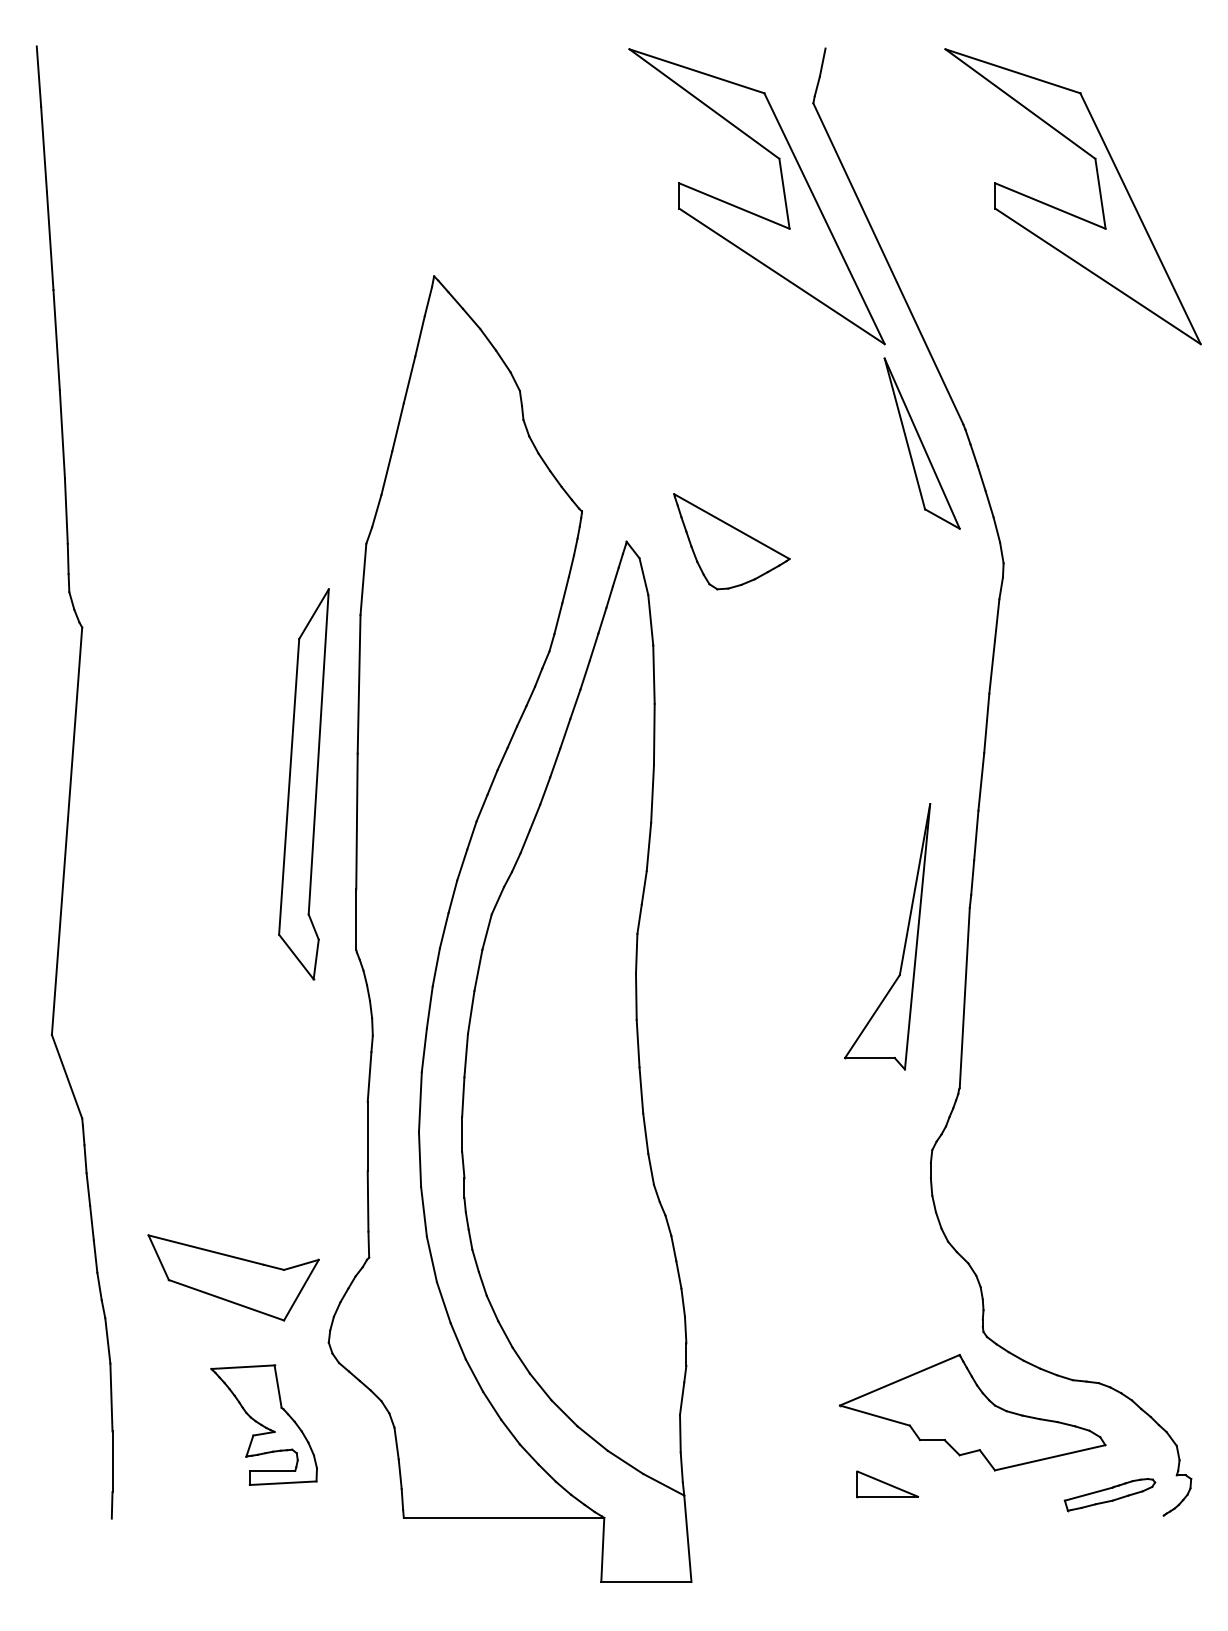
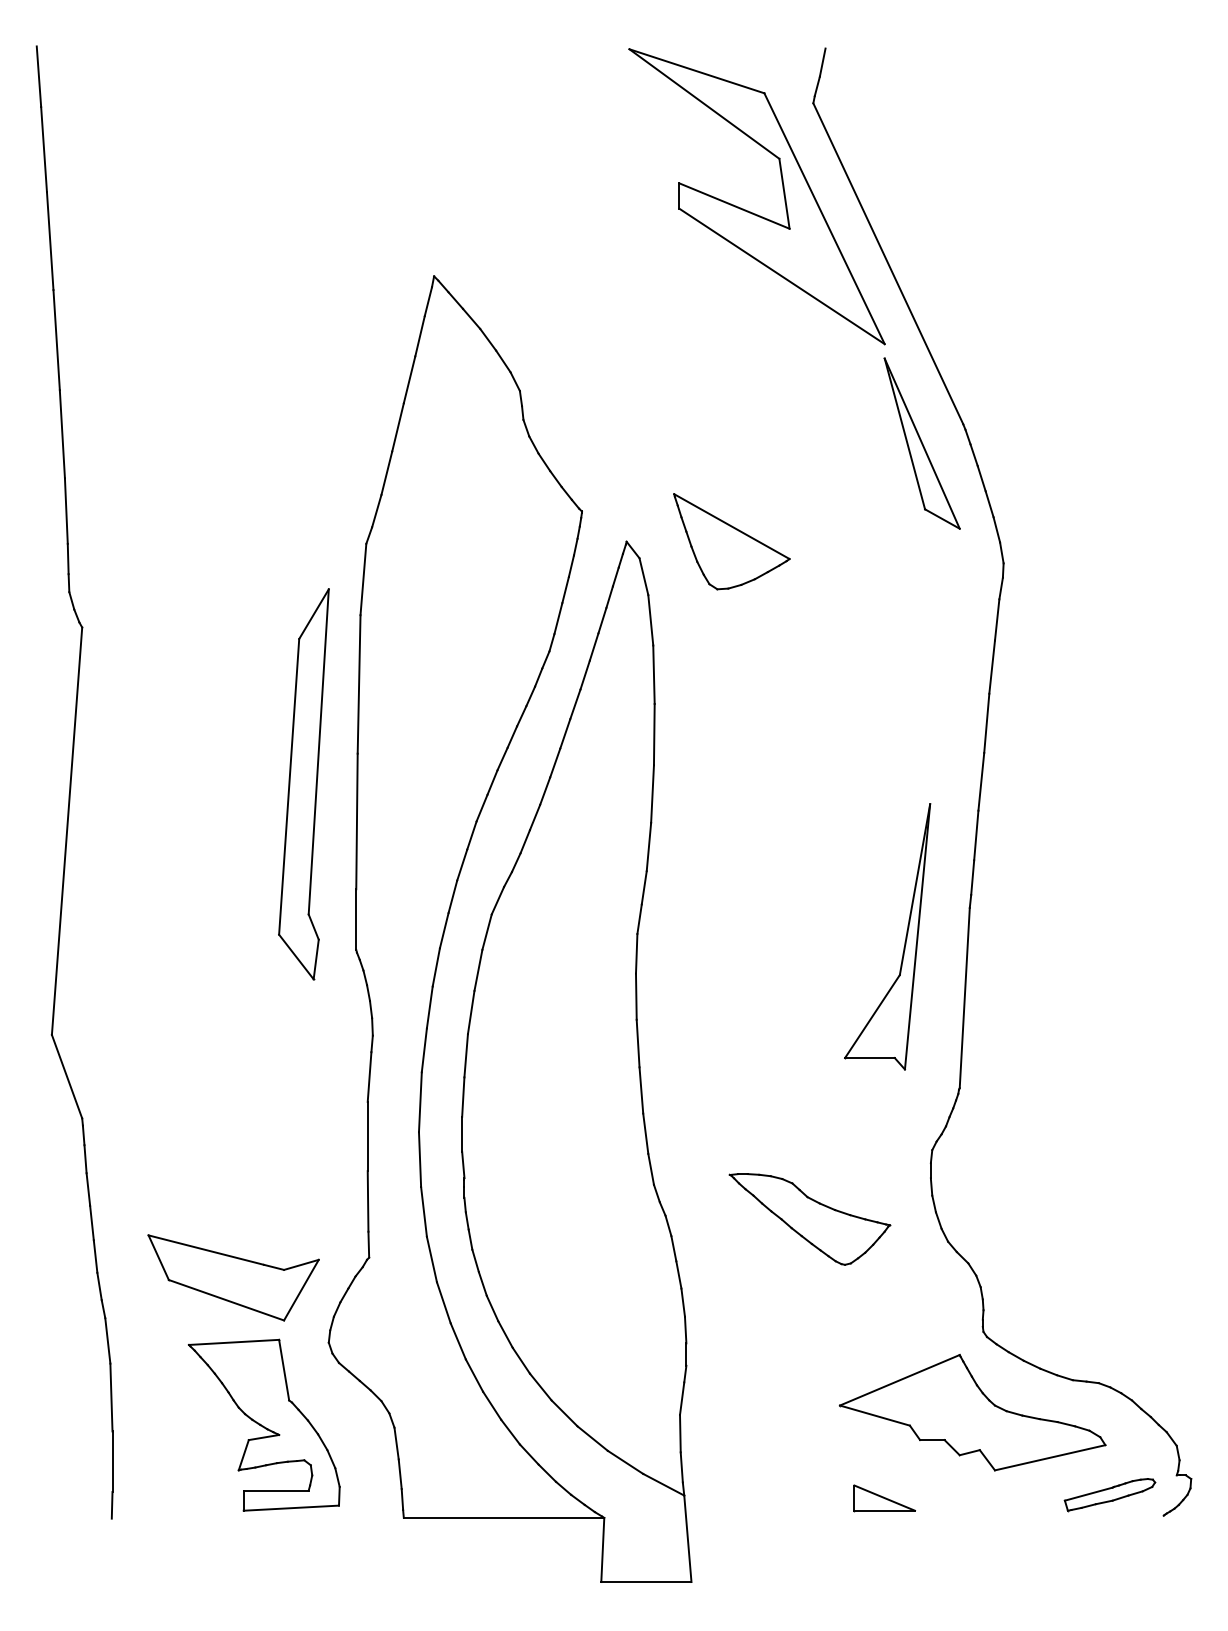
part at (1064, 210): present -> none
part at (809, 1219): none -> present
part at (263, 1424) size: 108x122 px -> 154x174 px
part at (887, 1484) position: (887, 1484) -> (884, 1498)
